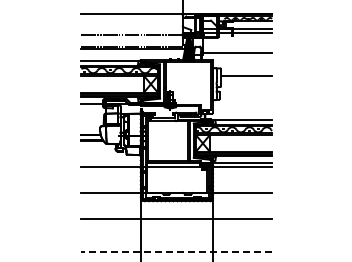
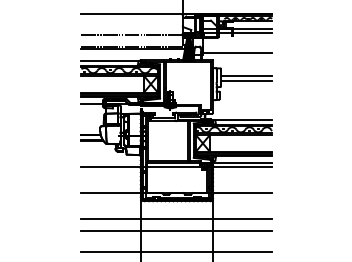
line at (247, 80): none -> present
line at (176, 231): none -> present
line at (176, 252): dashed -> solid
